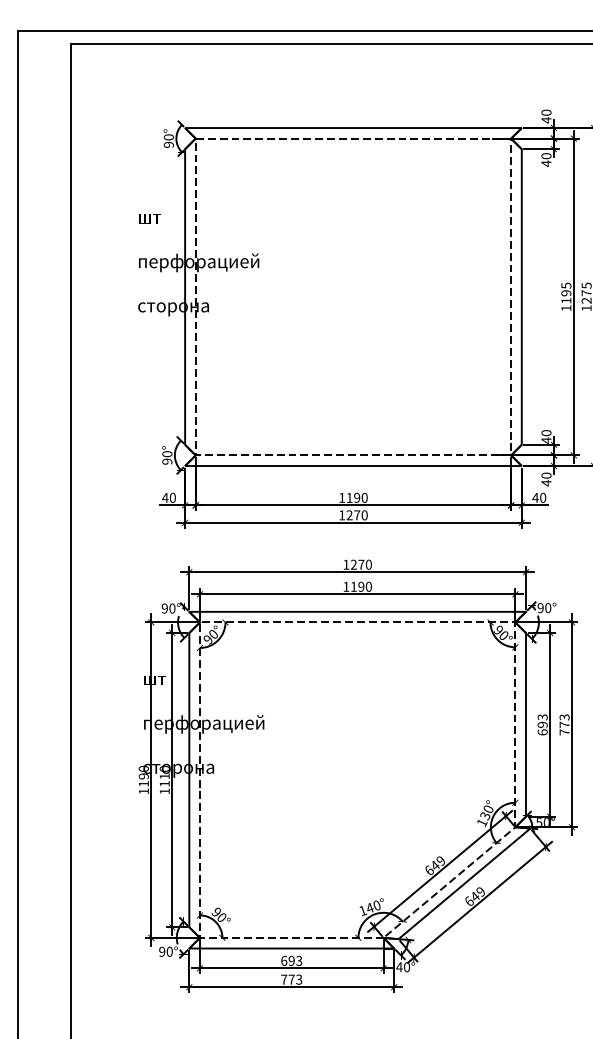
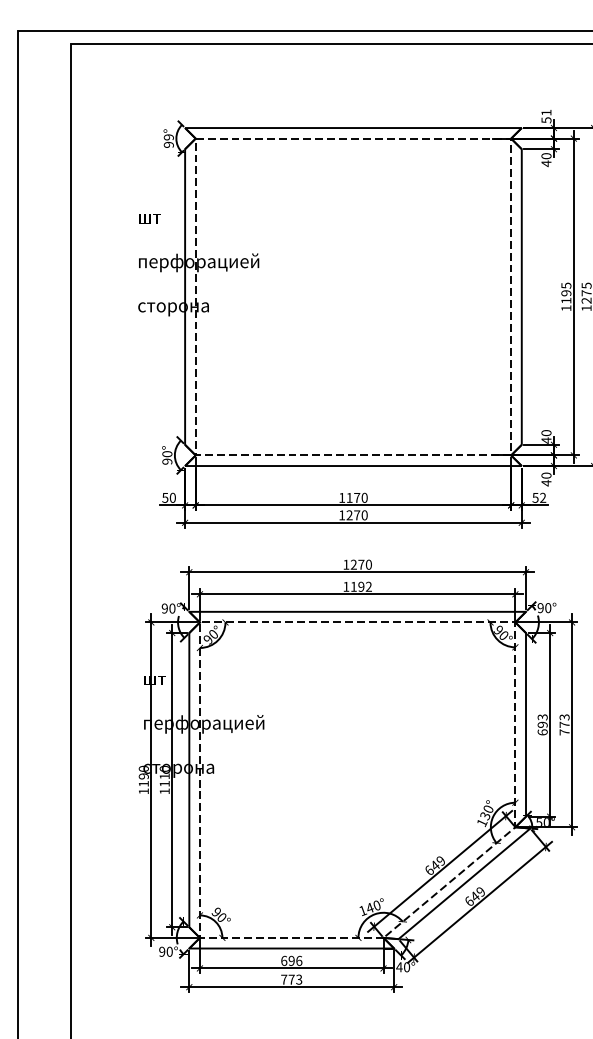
text at (546, 116): 40 -> 51
text at (168, 137): 90° -> 99°
text at (165, 497): 40 -> 50
text at (357, 497): 1190 -> 1170
text at (539, 497): 40 -> 52
text at (368, 586): 1190 -> 1192
text at (299, 960): 693 -> 696
